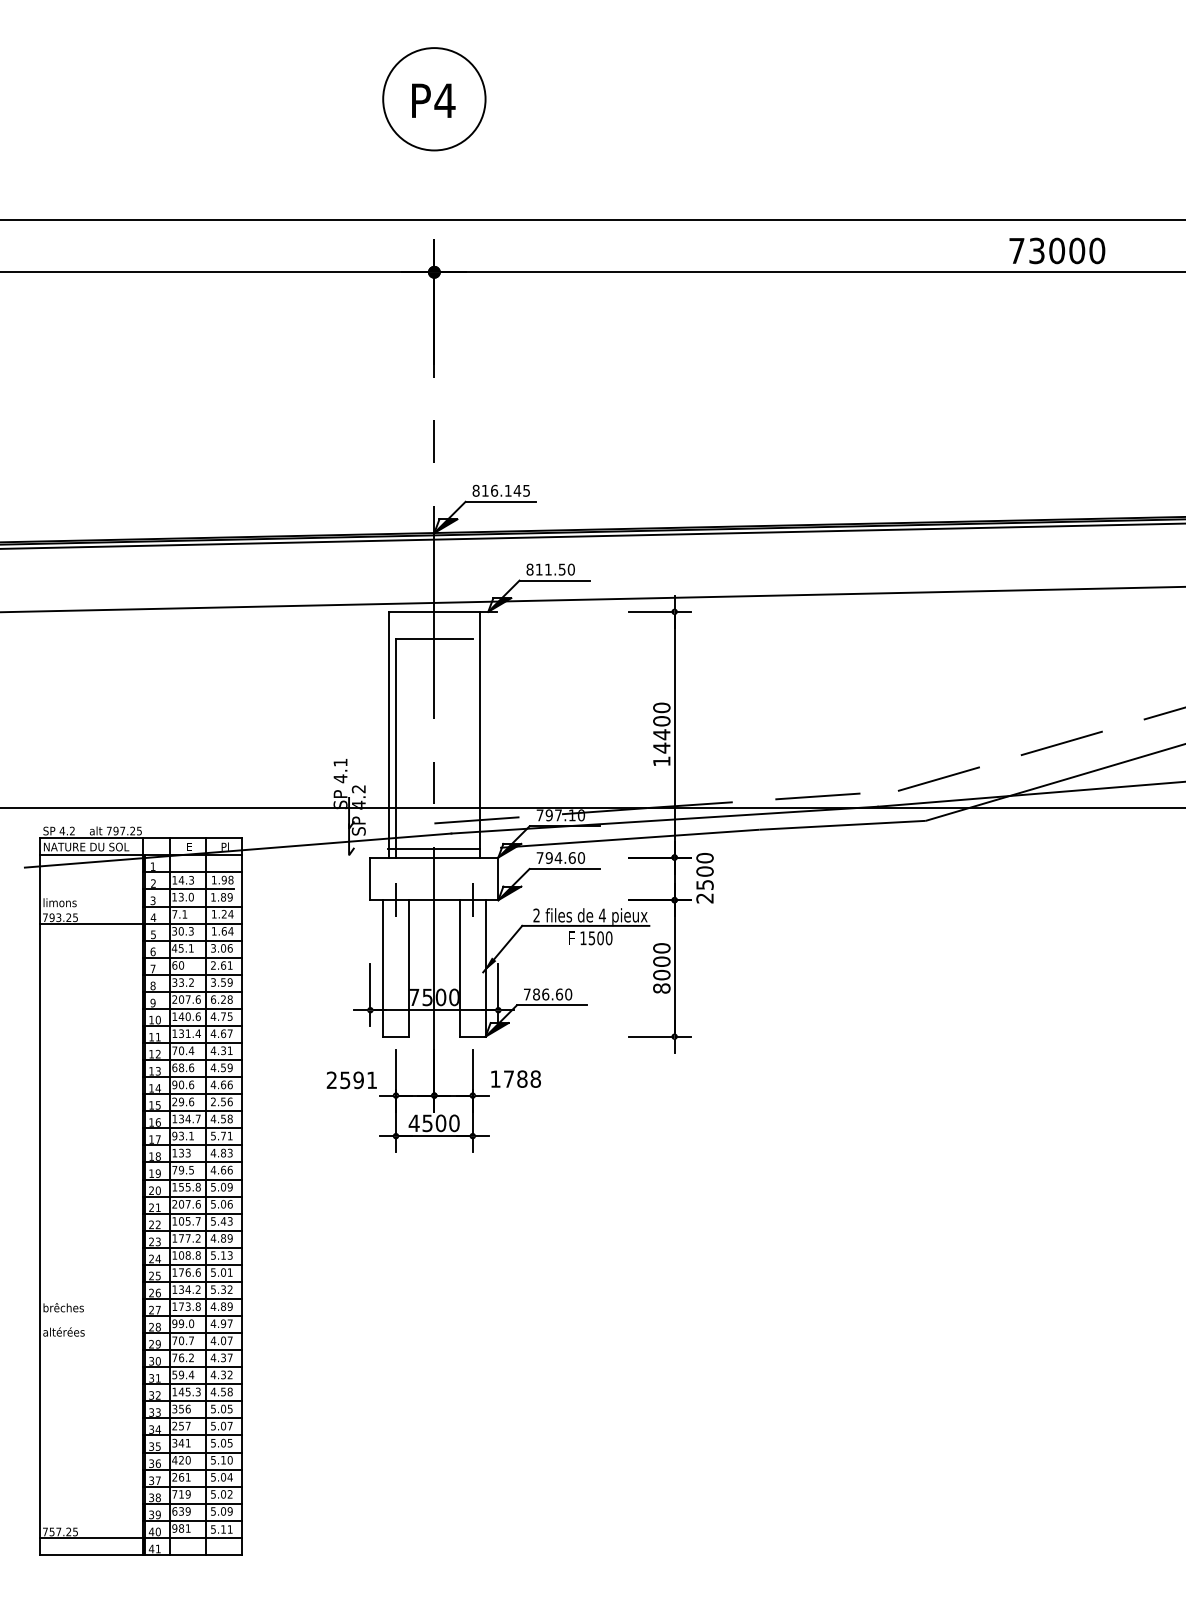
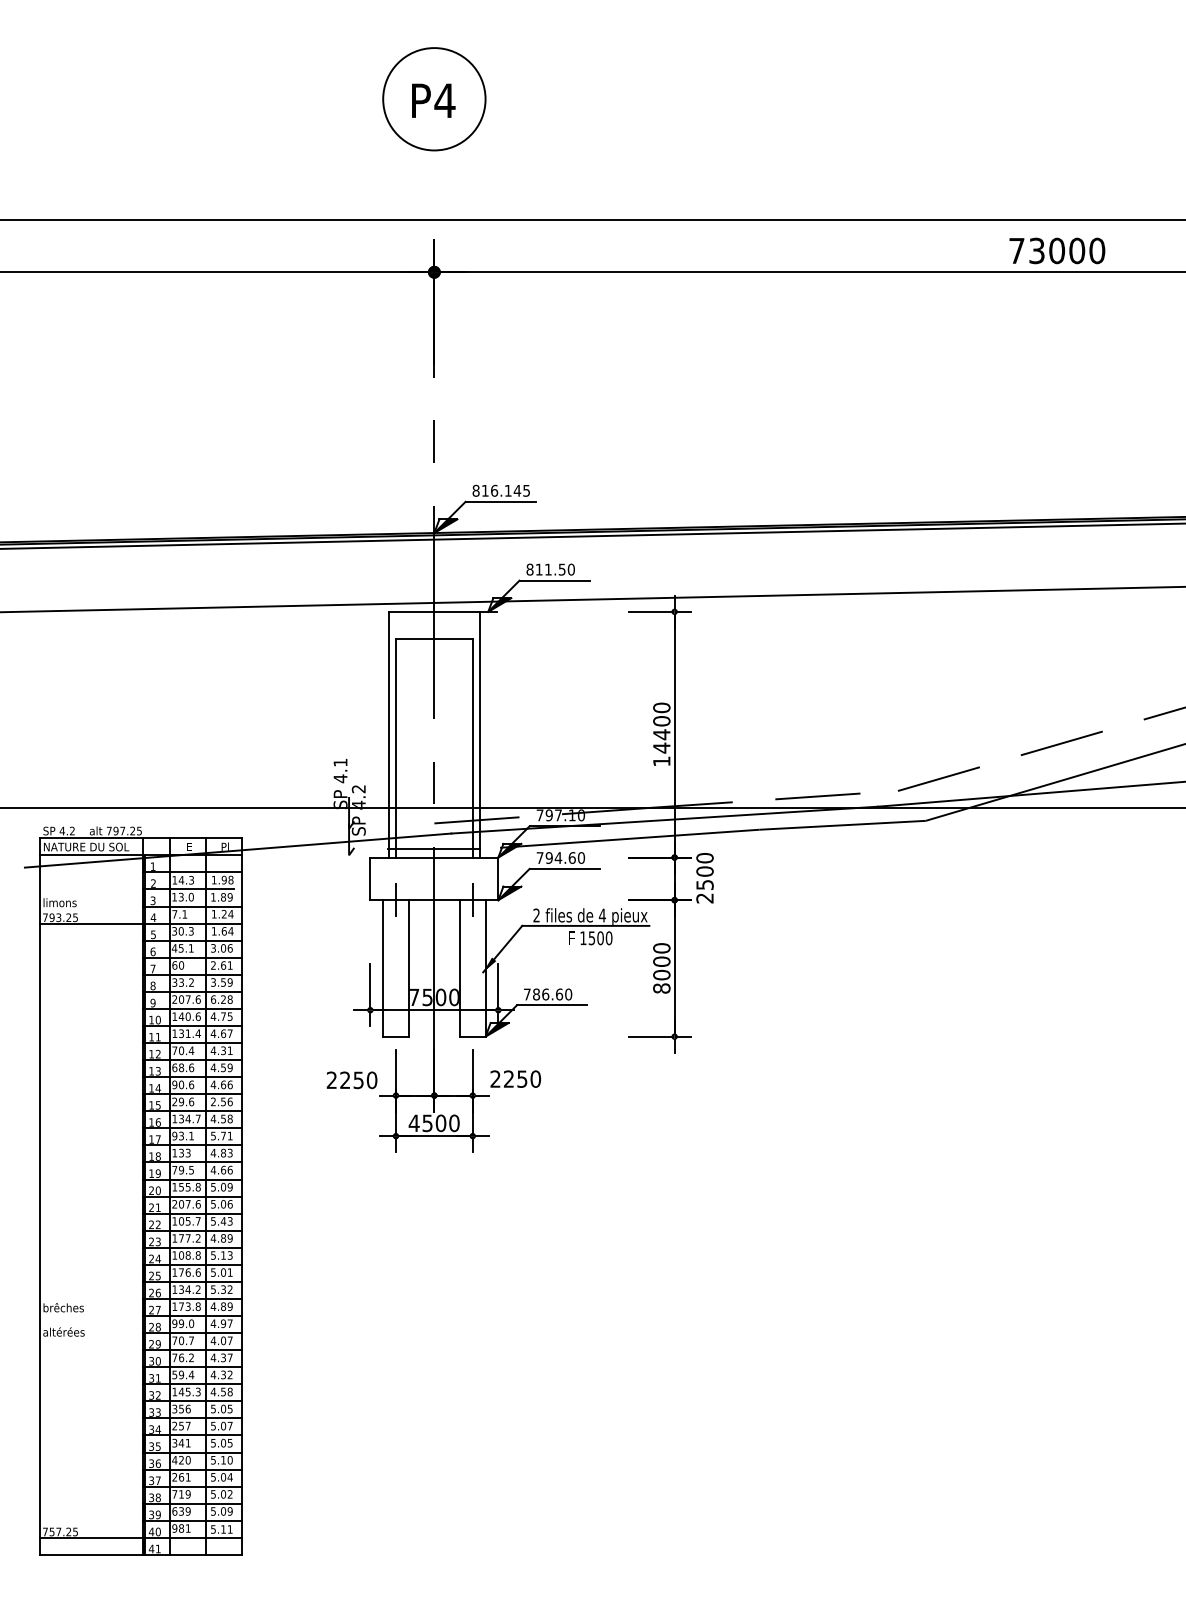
line at (472, 748): none -> present
text at (515, 1078): 1788 -> 2250
text at (358, 1080): 2591 -> 2250
